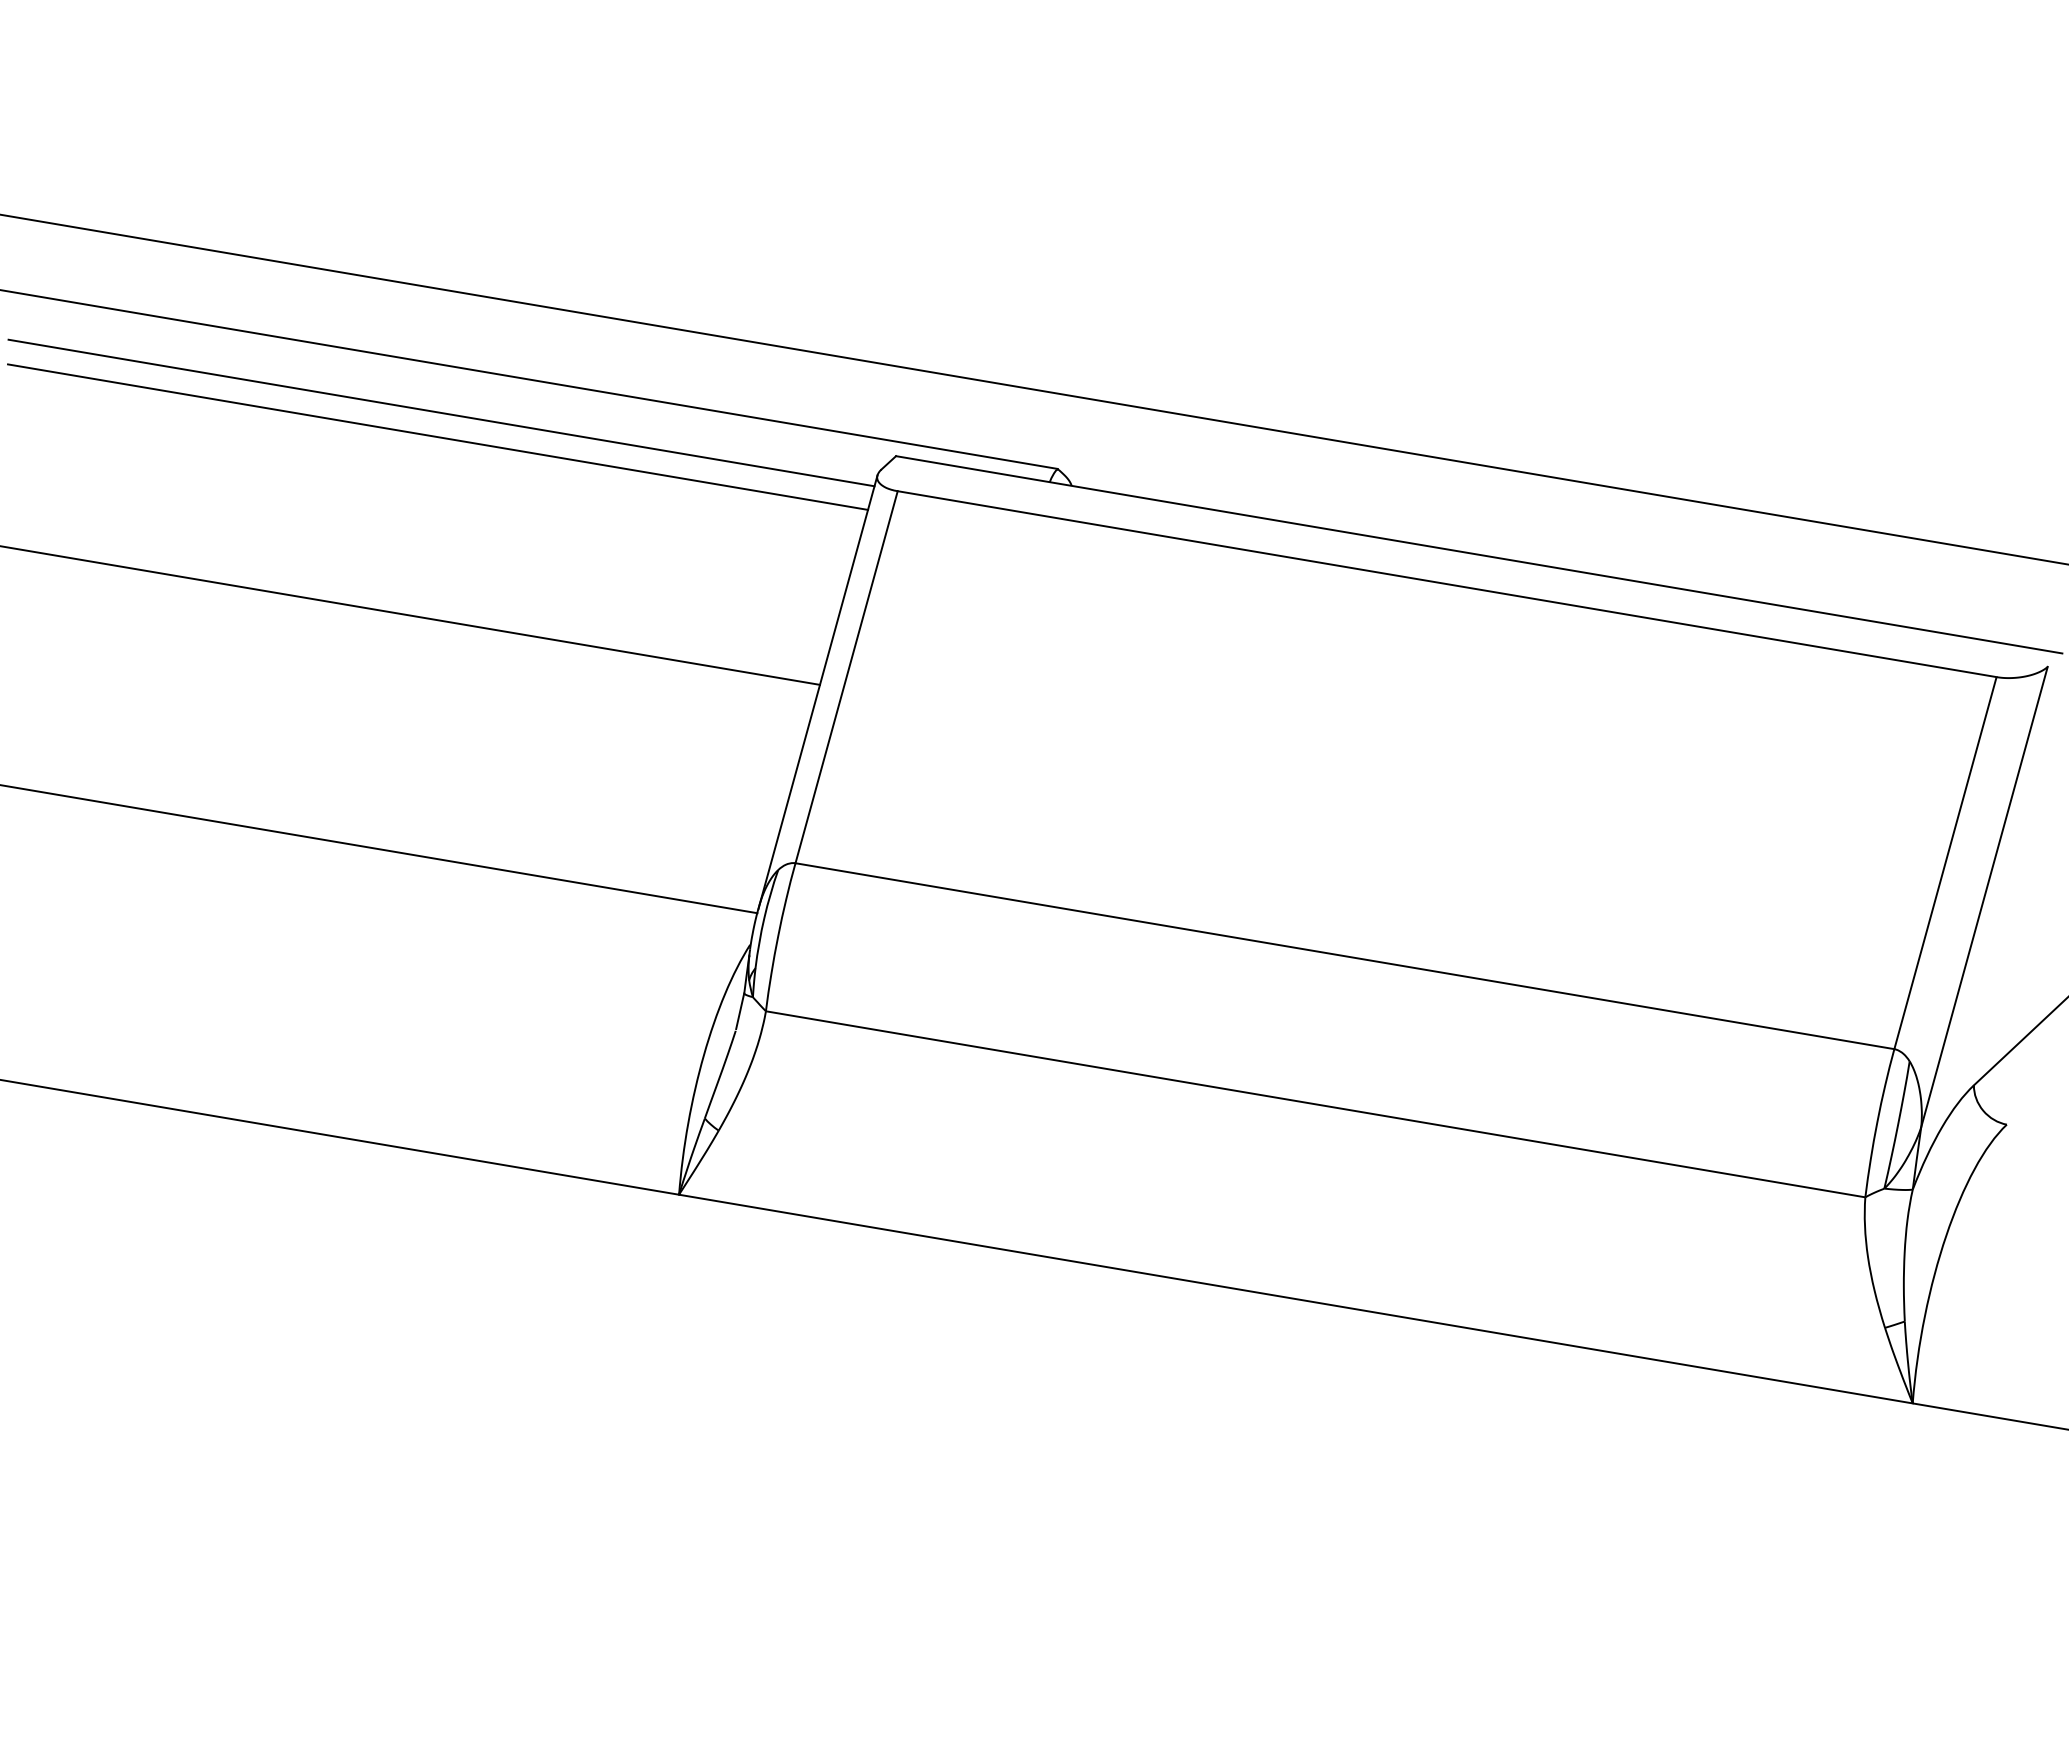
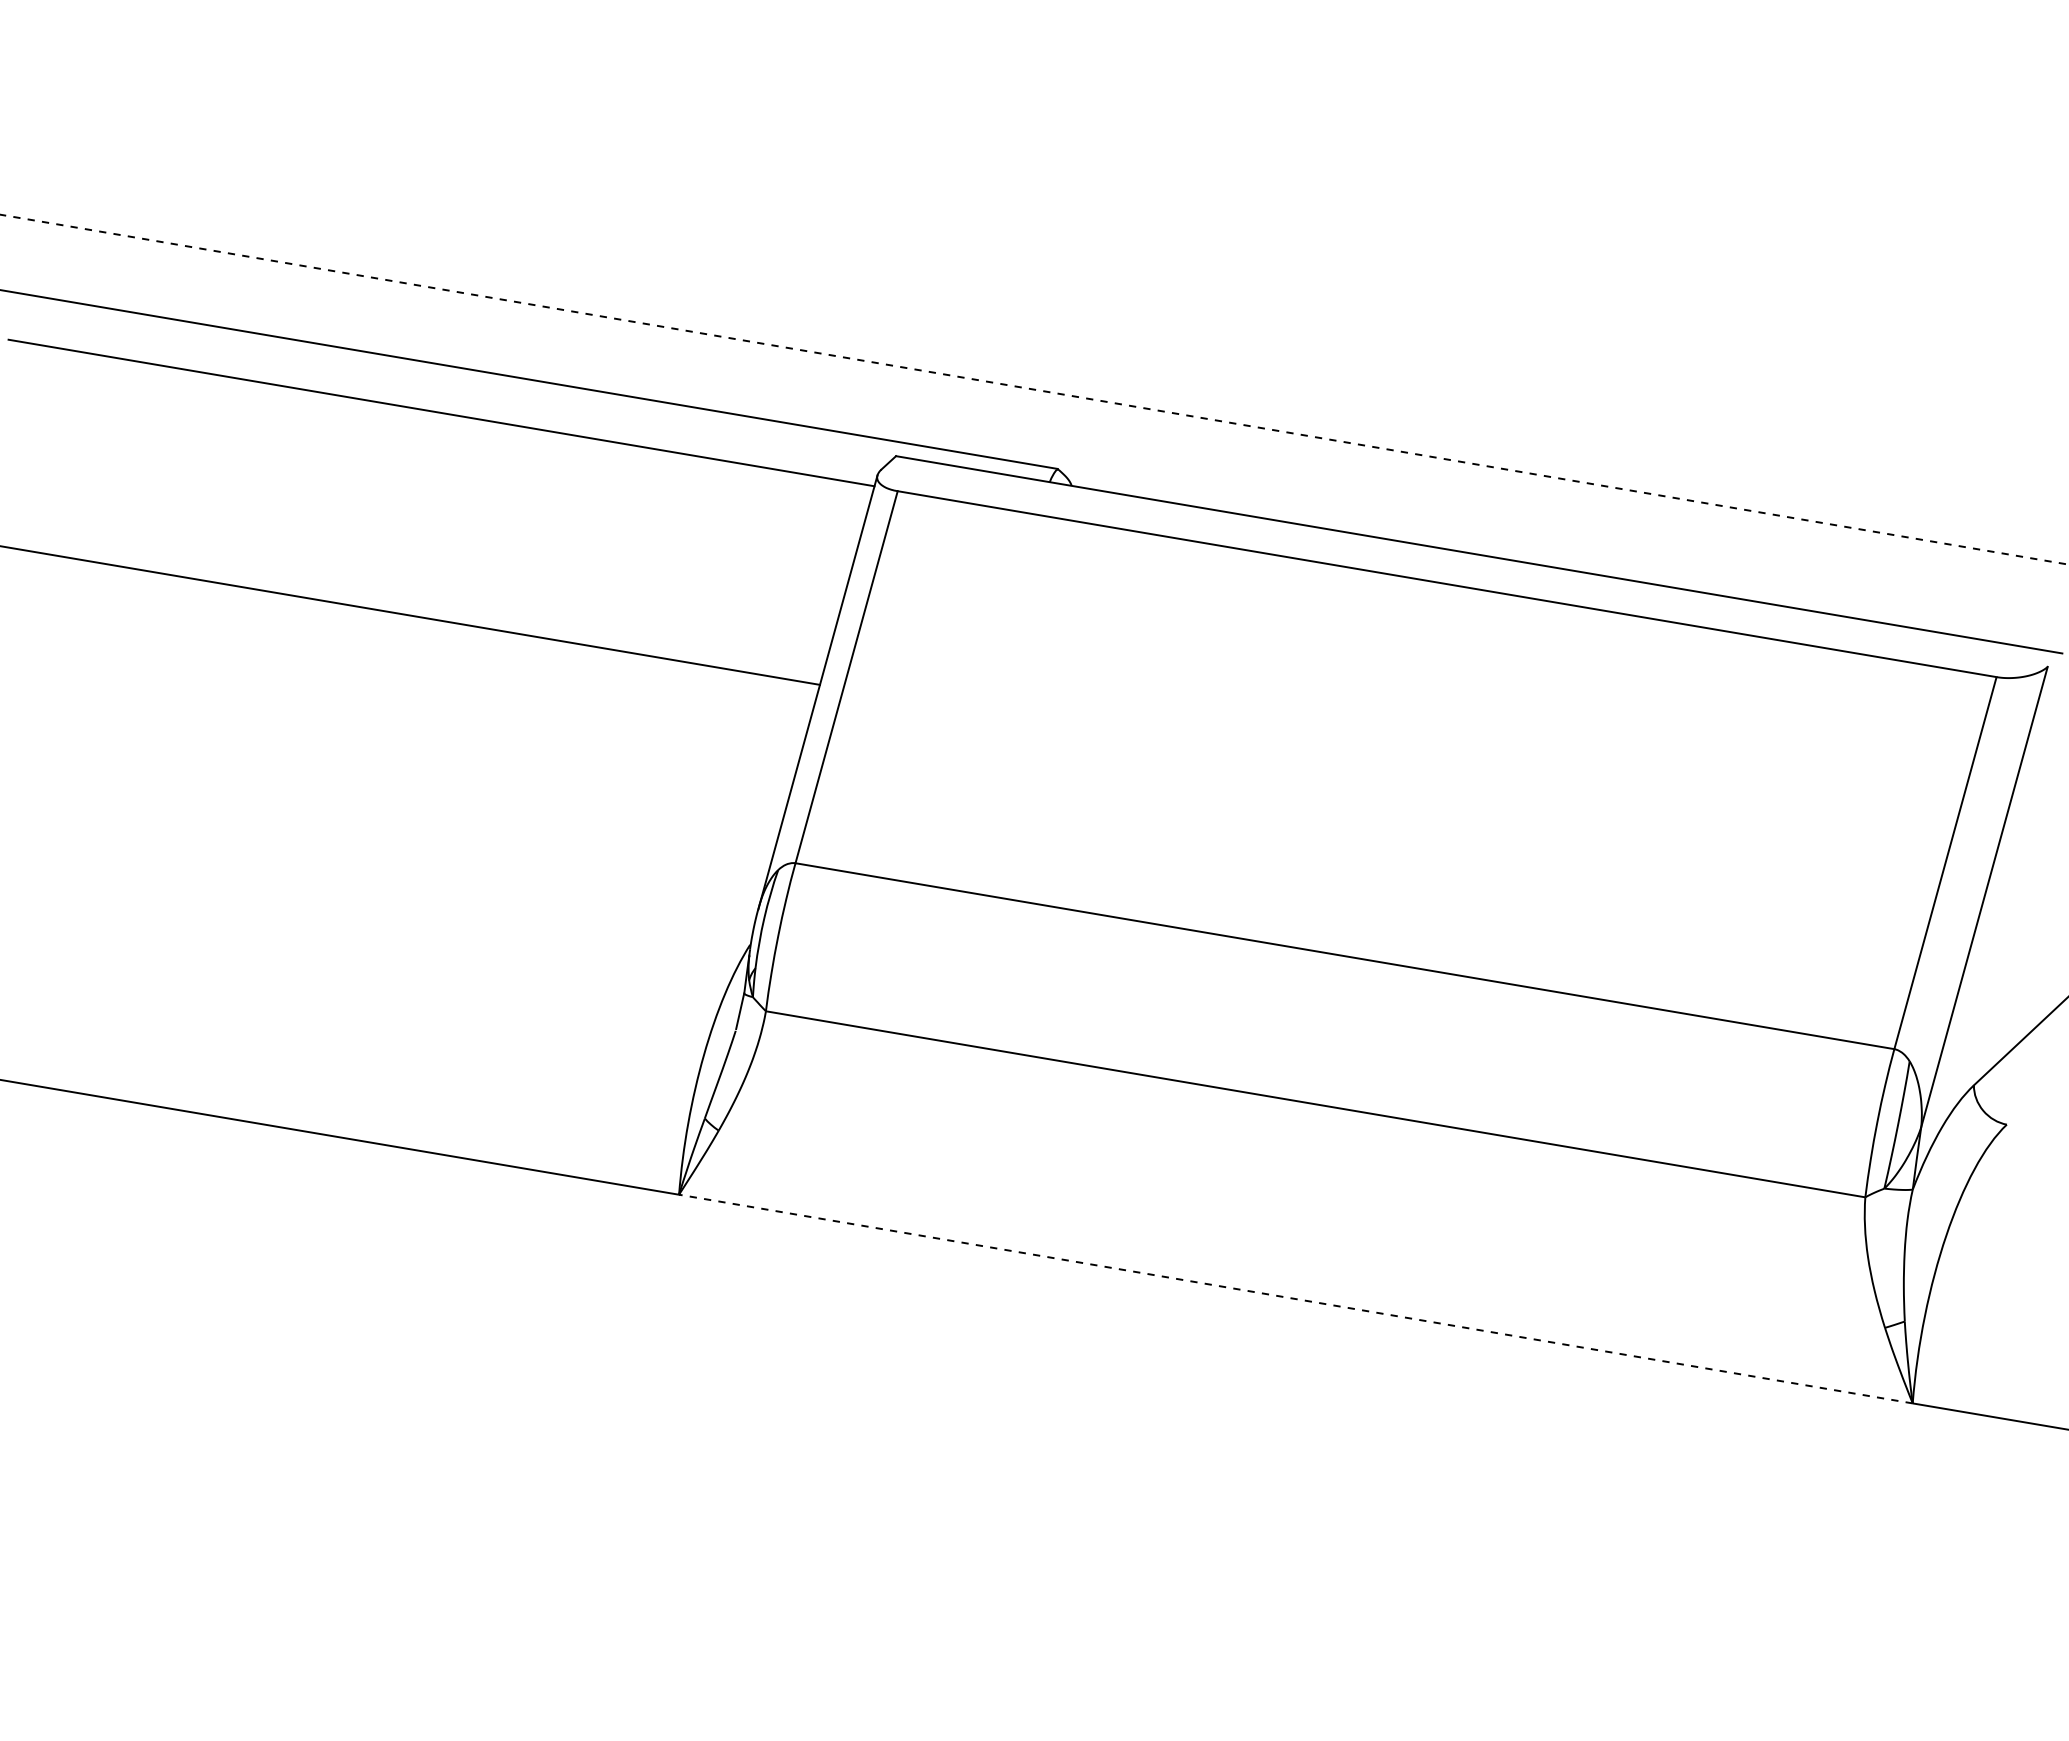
line at (1035, 389): solid -> dashed
line at (438, 436): present -> none
line at (379, 849): present -> none
line at (1295, 1299): solid -> dashed
